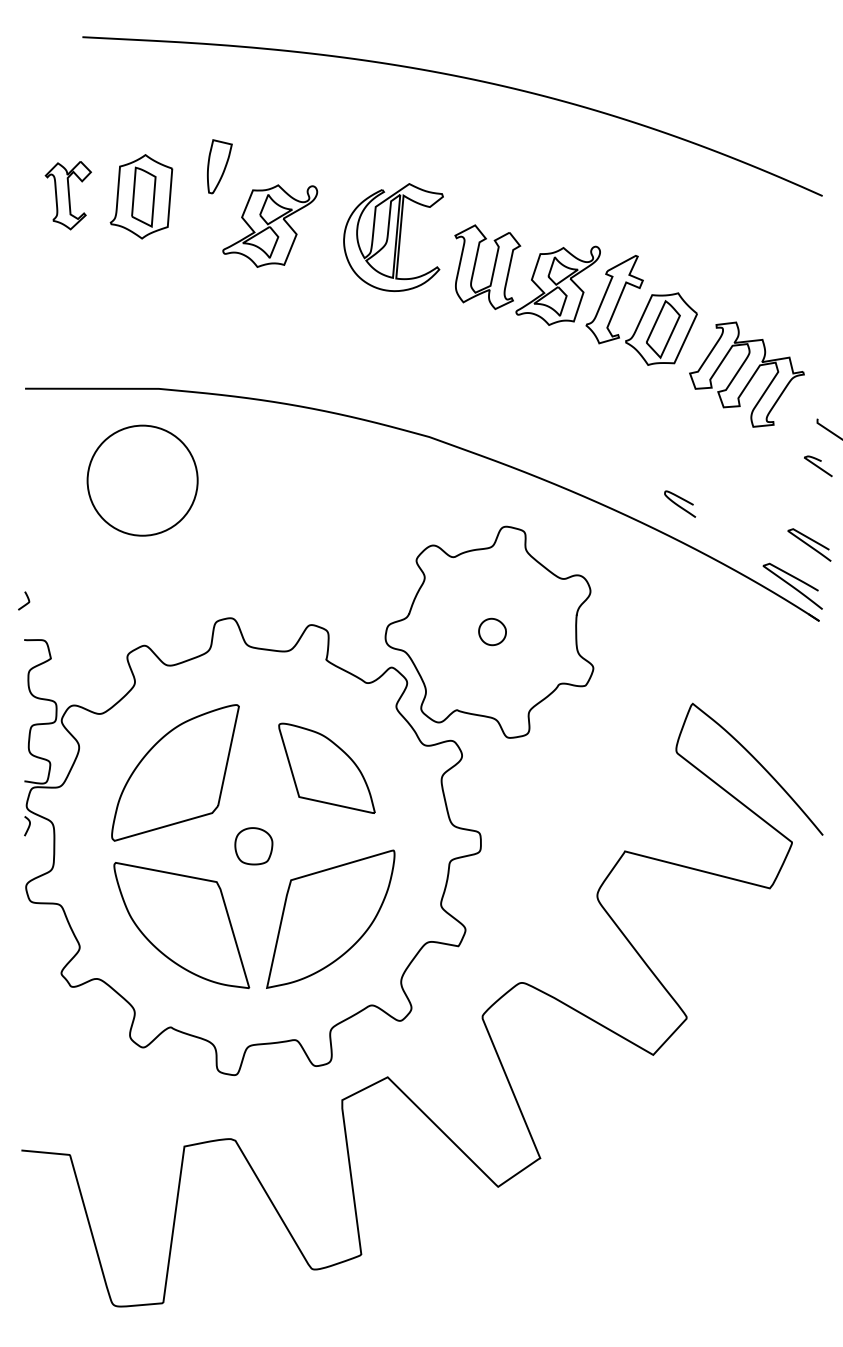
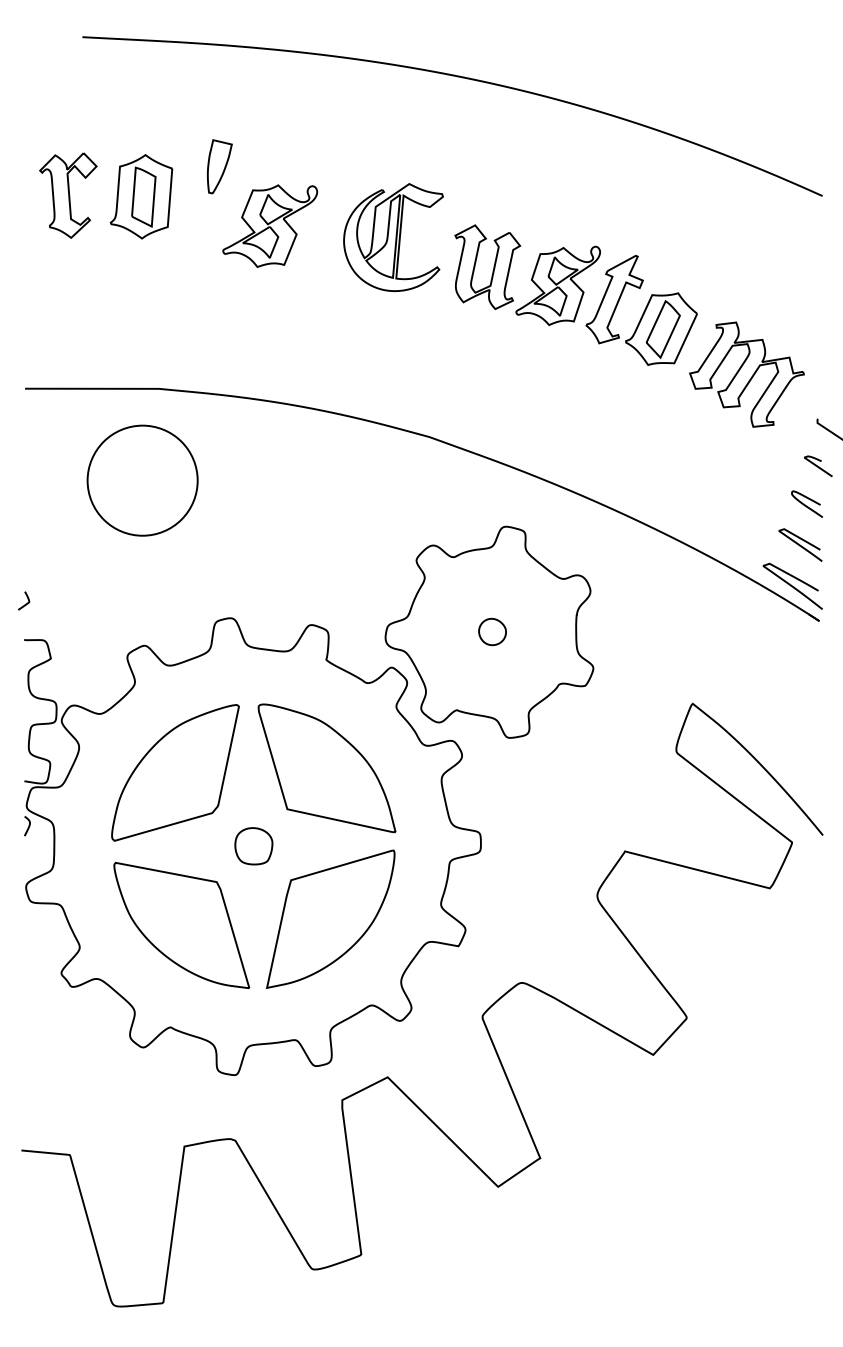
part at (67, 195) size: 48x70 px -> 59x87 px
curve at (678, 504) position: (678, 504) -> (805, 504)
curve at (809, 544) position: (809, 544) -> (800, 544)
part at (326, 767) size: 98x92 px -> 140x131 px
